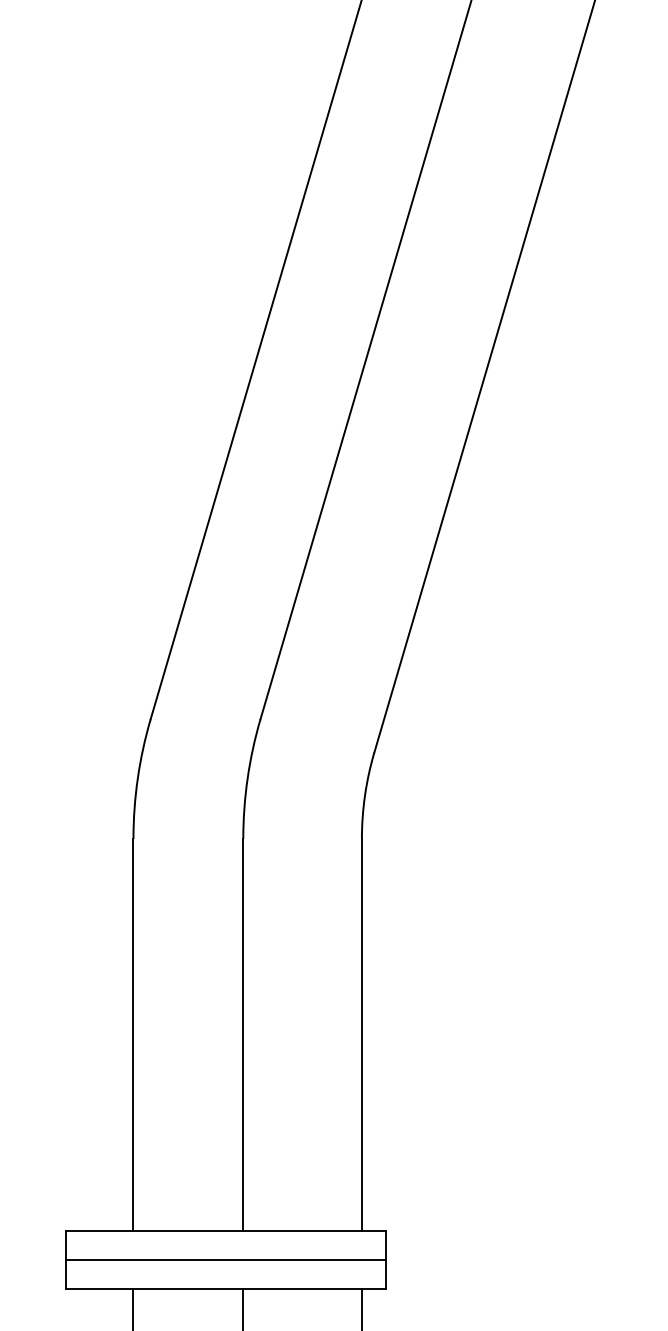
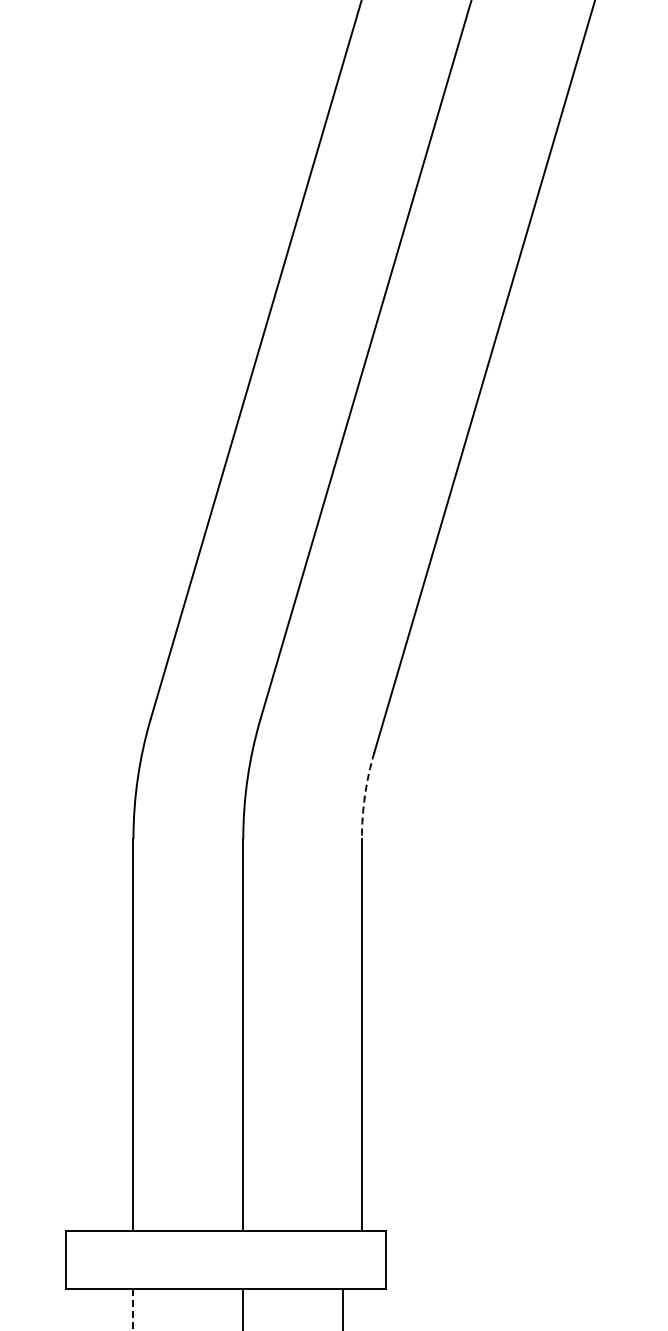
arc at (365, 795): solid -> dashed
line at (225, 1259): present -> none
line at (361, 1308) position: (361, 1308) -> (342, 1308)
line at (133, 1309): solid -> dashed
